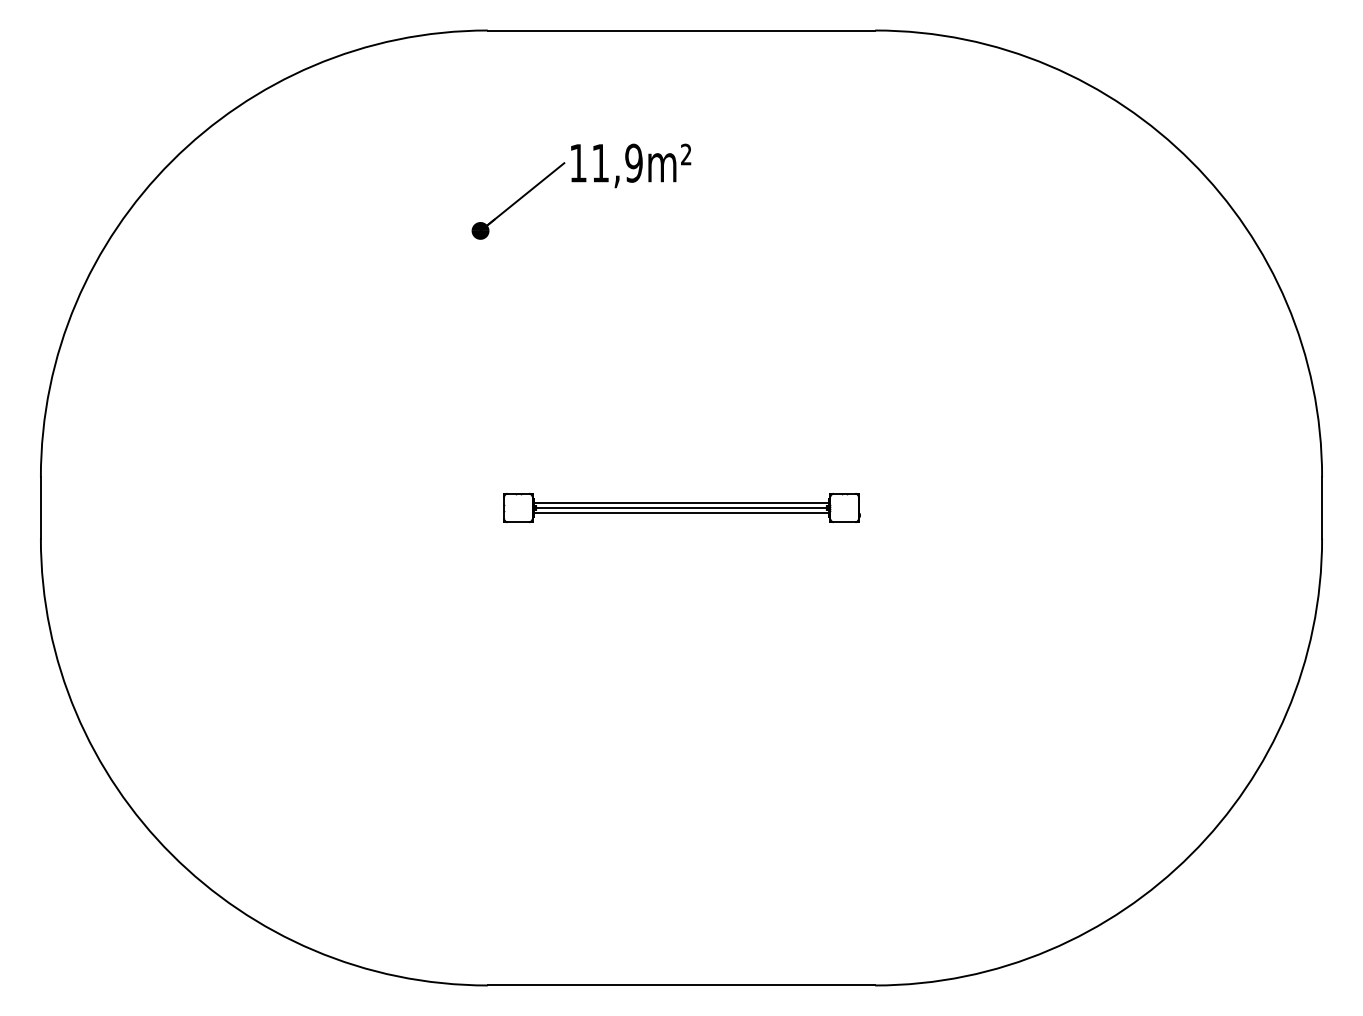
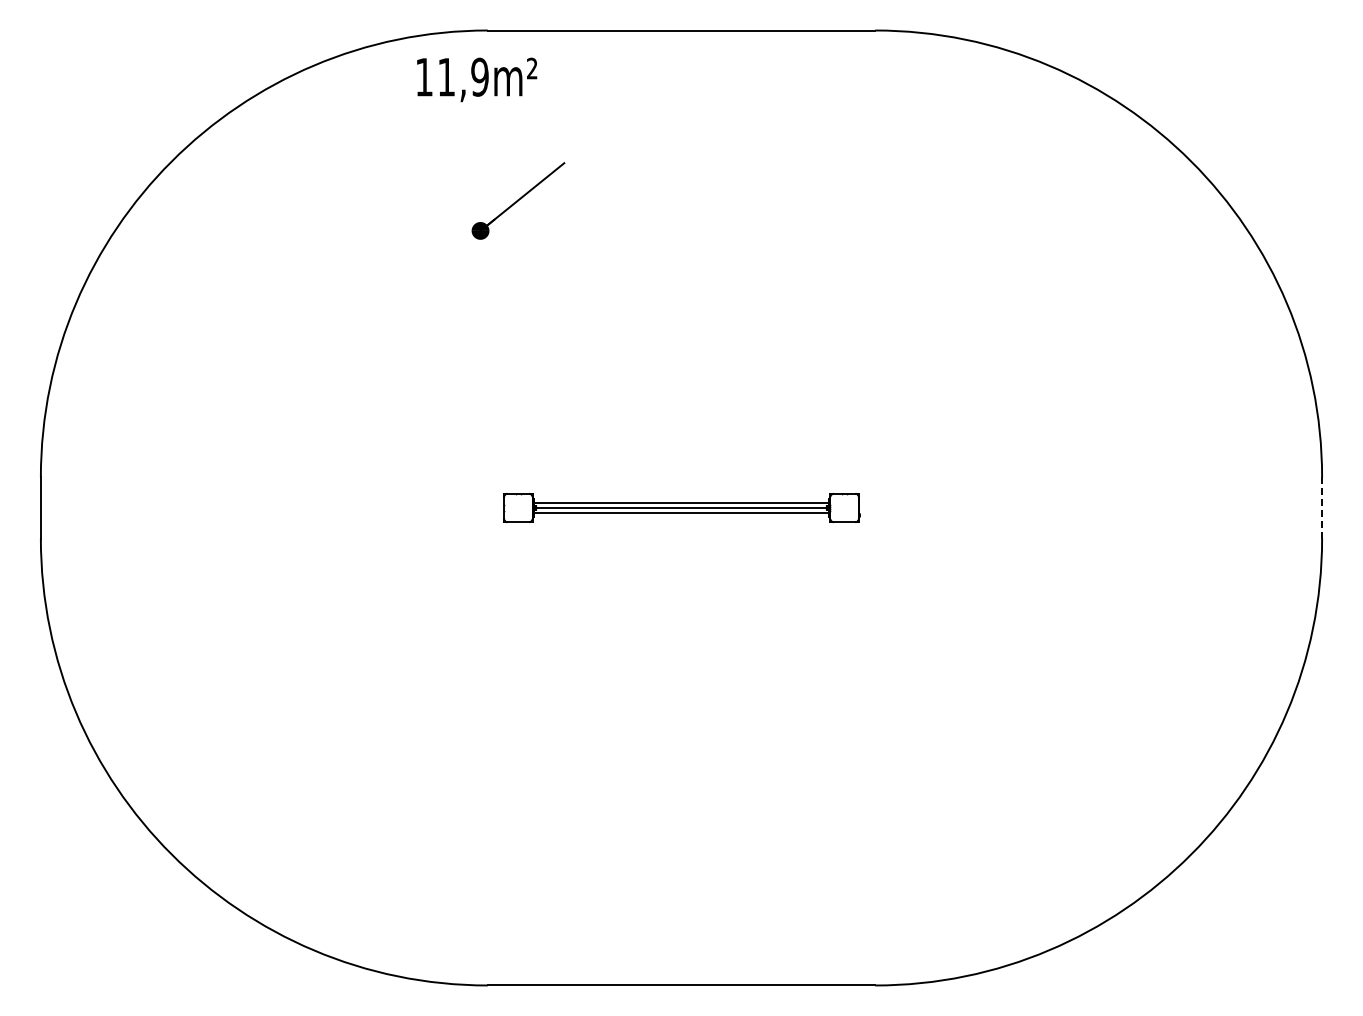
text at (631, 165) position: (631, 165) -> (477, 79)
line at (1322, 508): solid -> dashed
